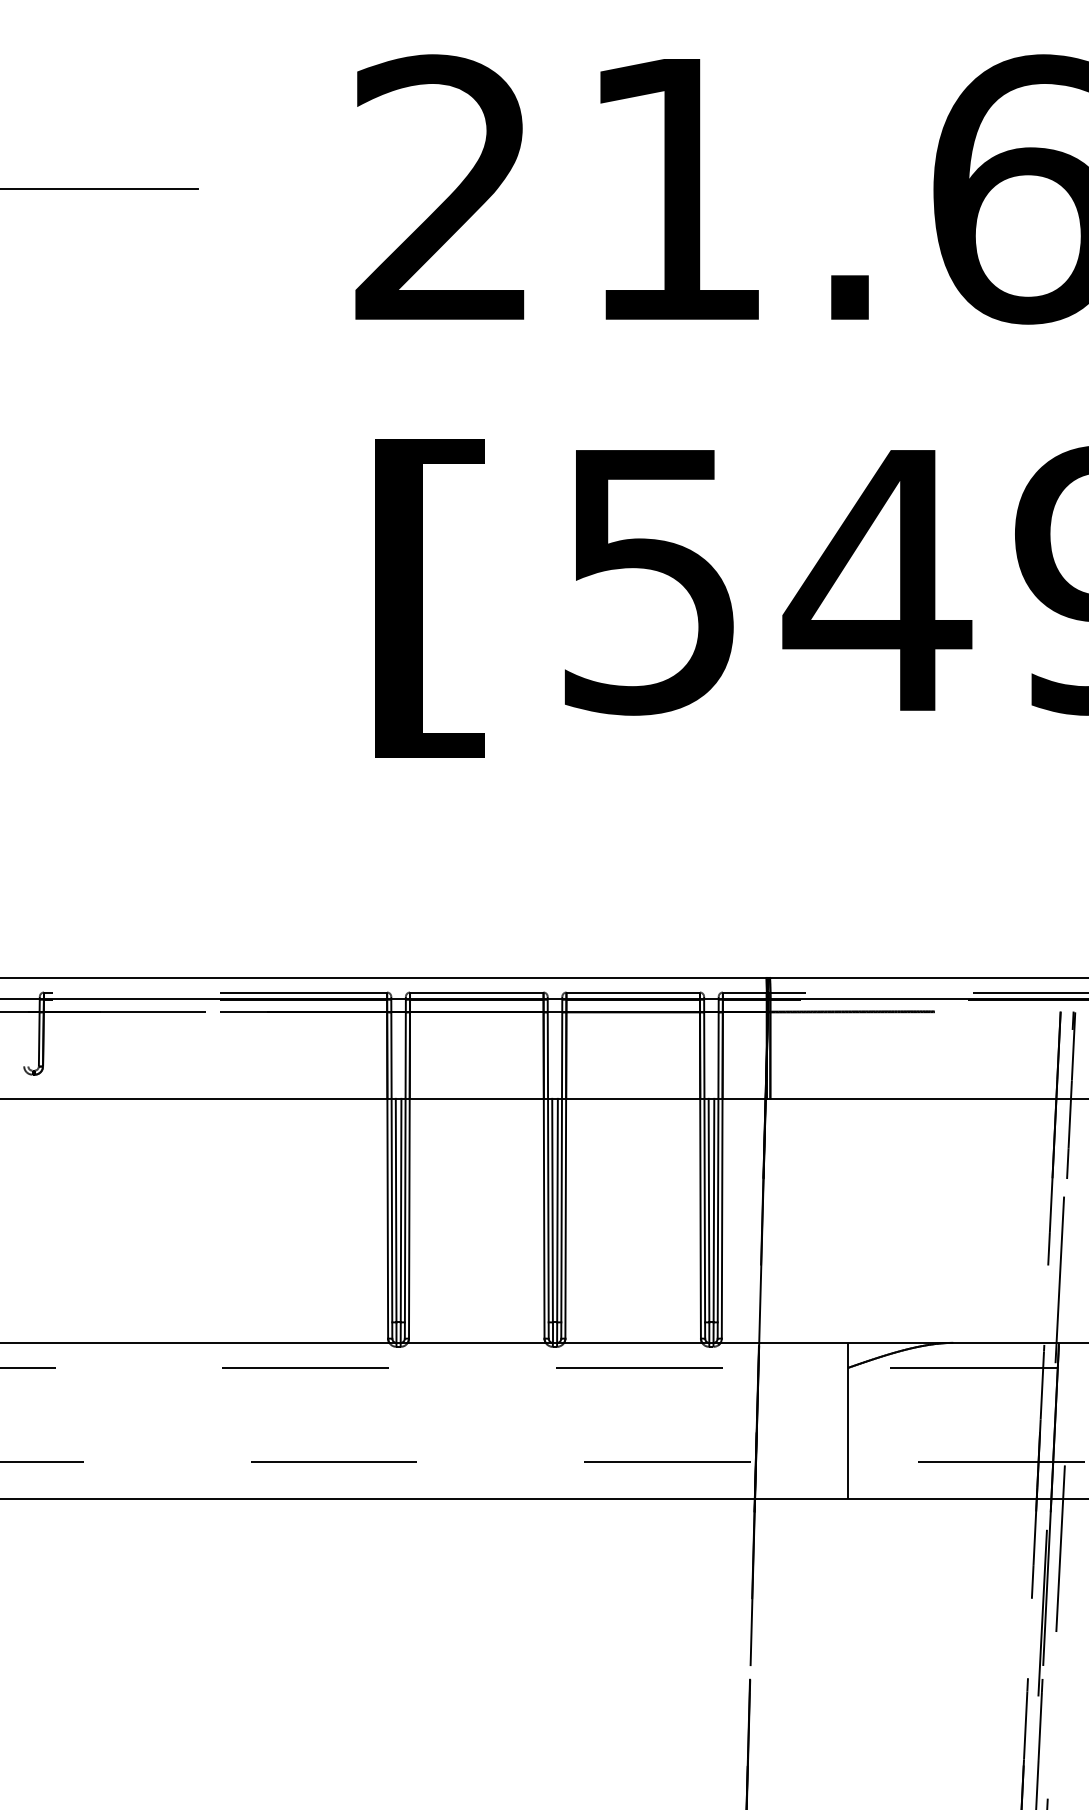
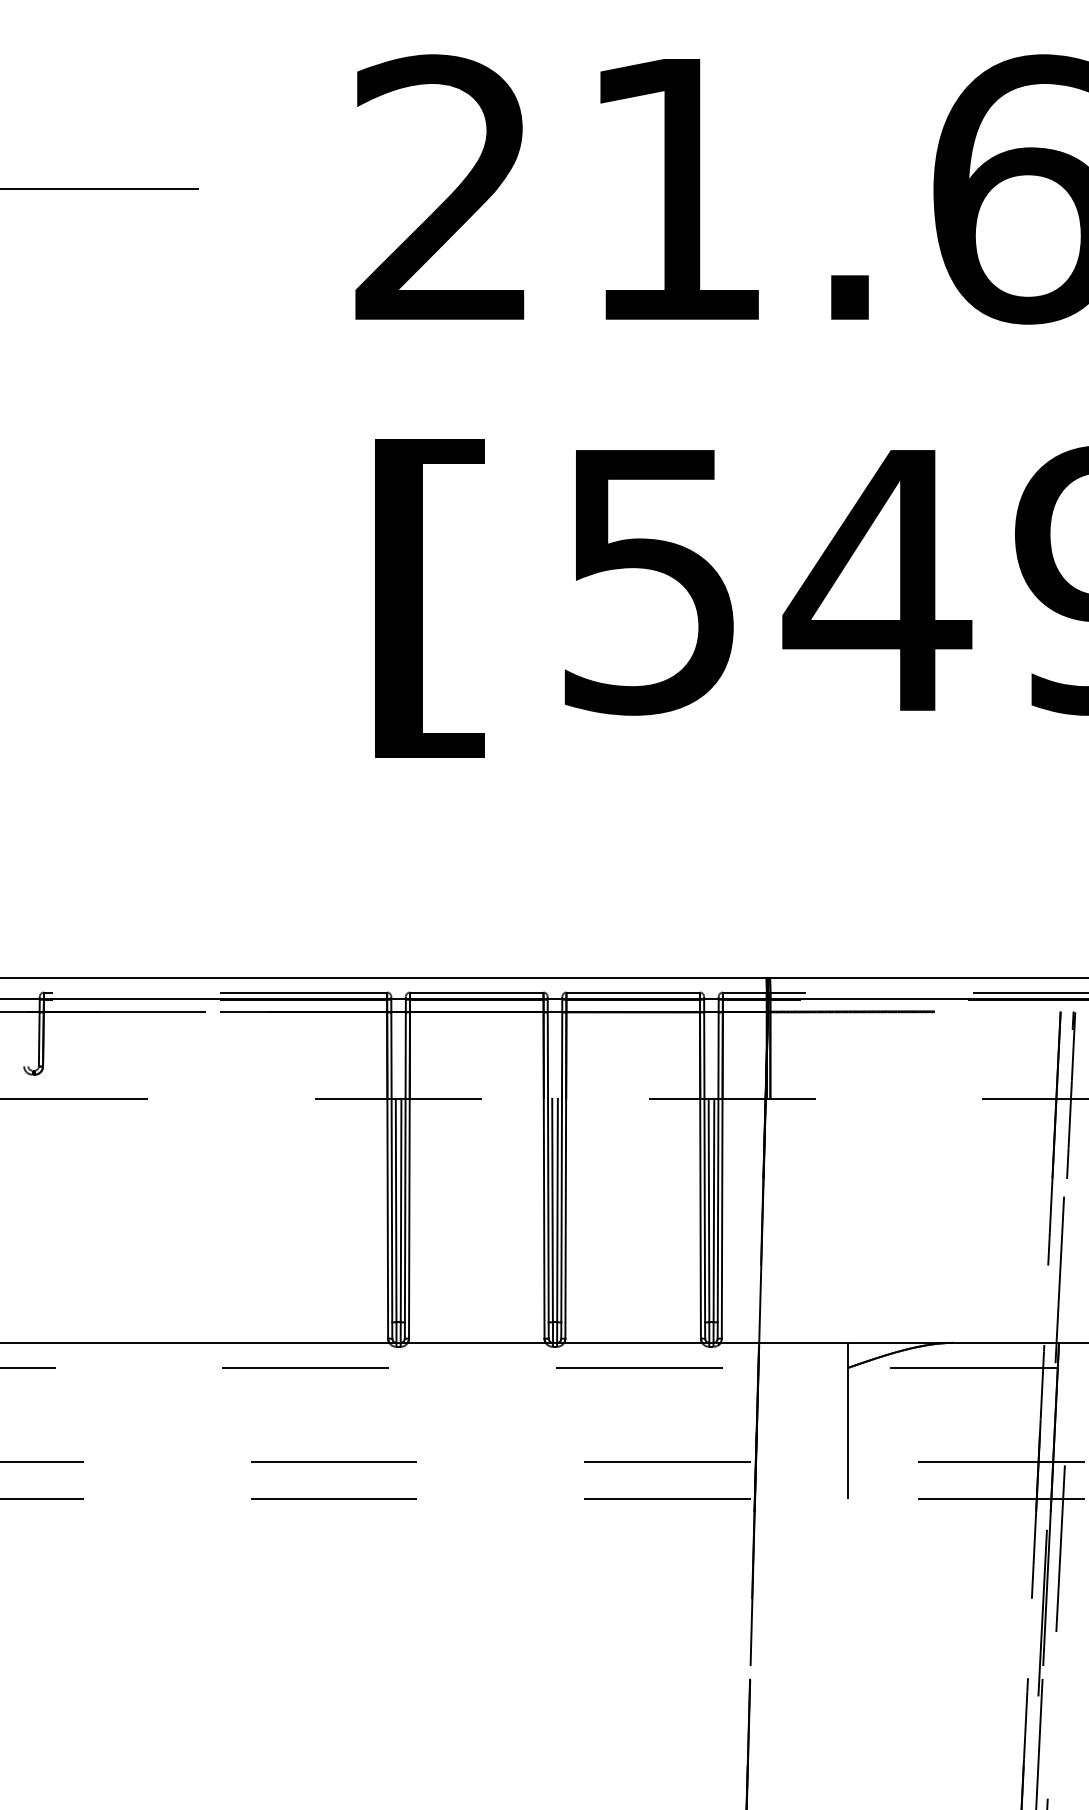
line at (544, 1098): solid -> dashed
line at (544, 1499): solid -> dashed
